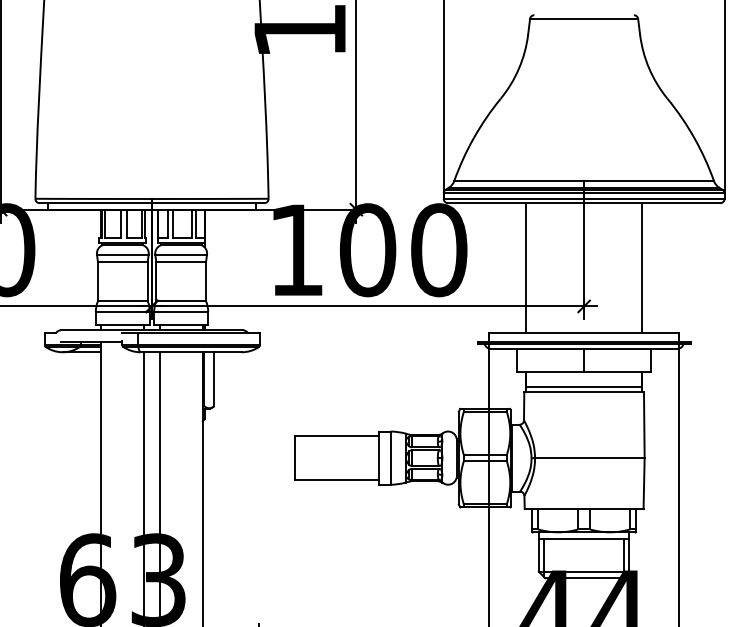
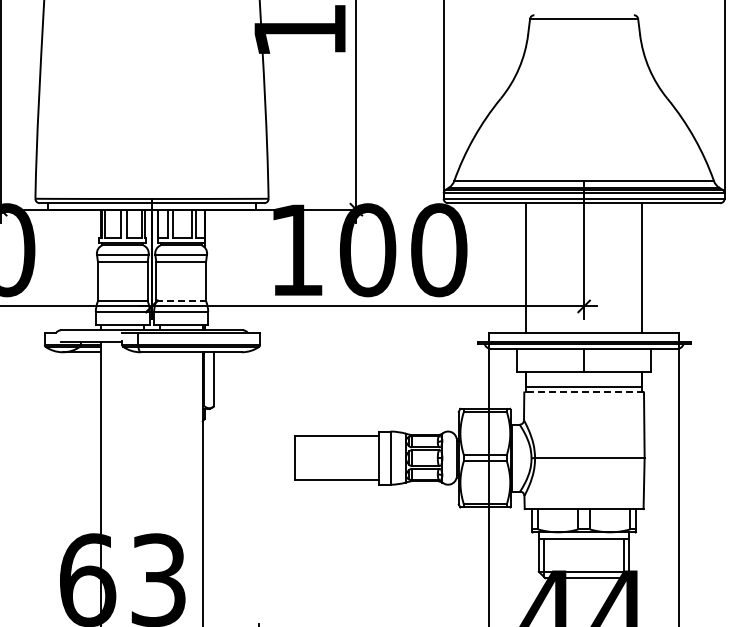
line at (181, 301): solid -> dashed
line at (584, 392): solid -> dashed
line at (144, 487): present -> none
line at (159, 487): present -> none
